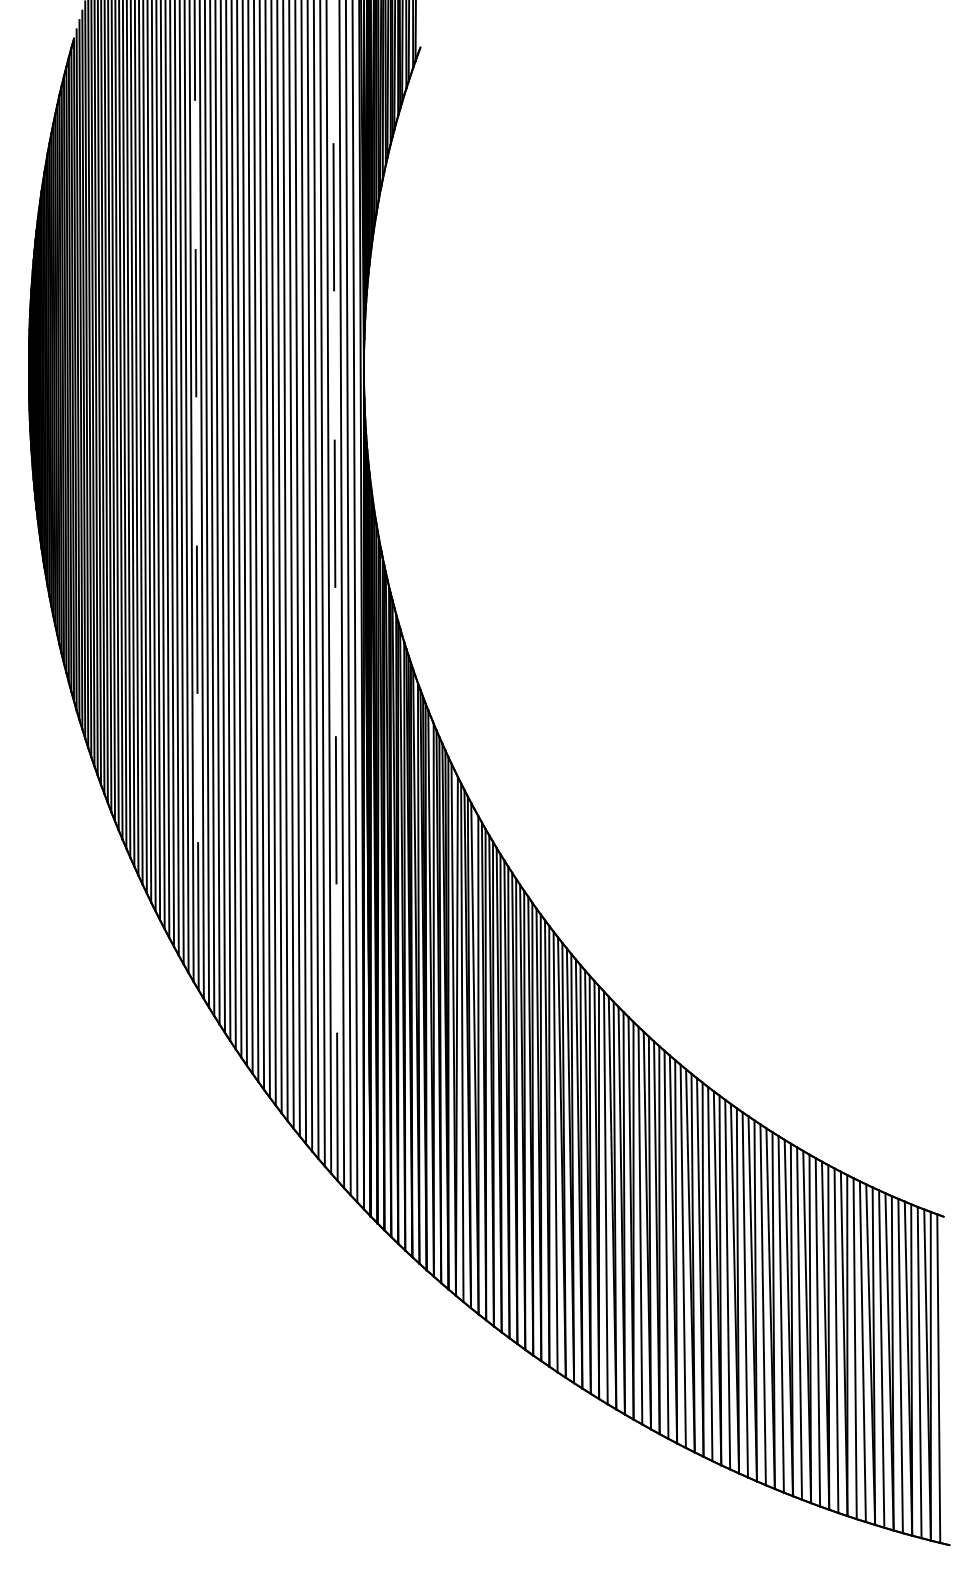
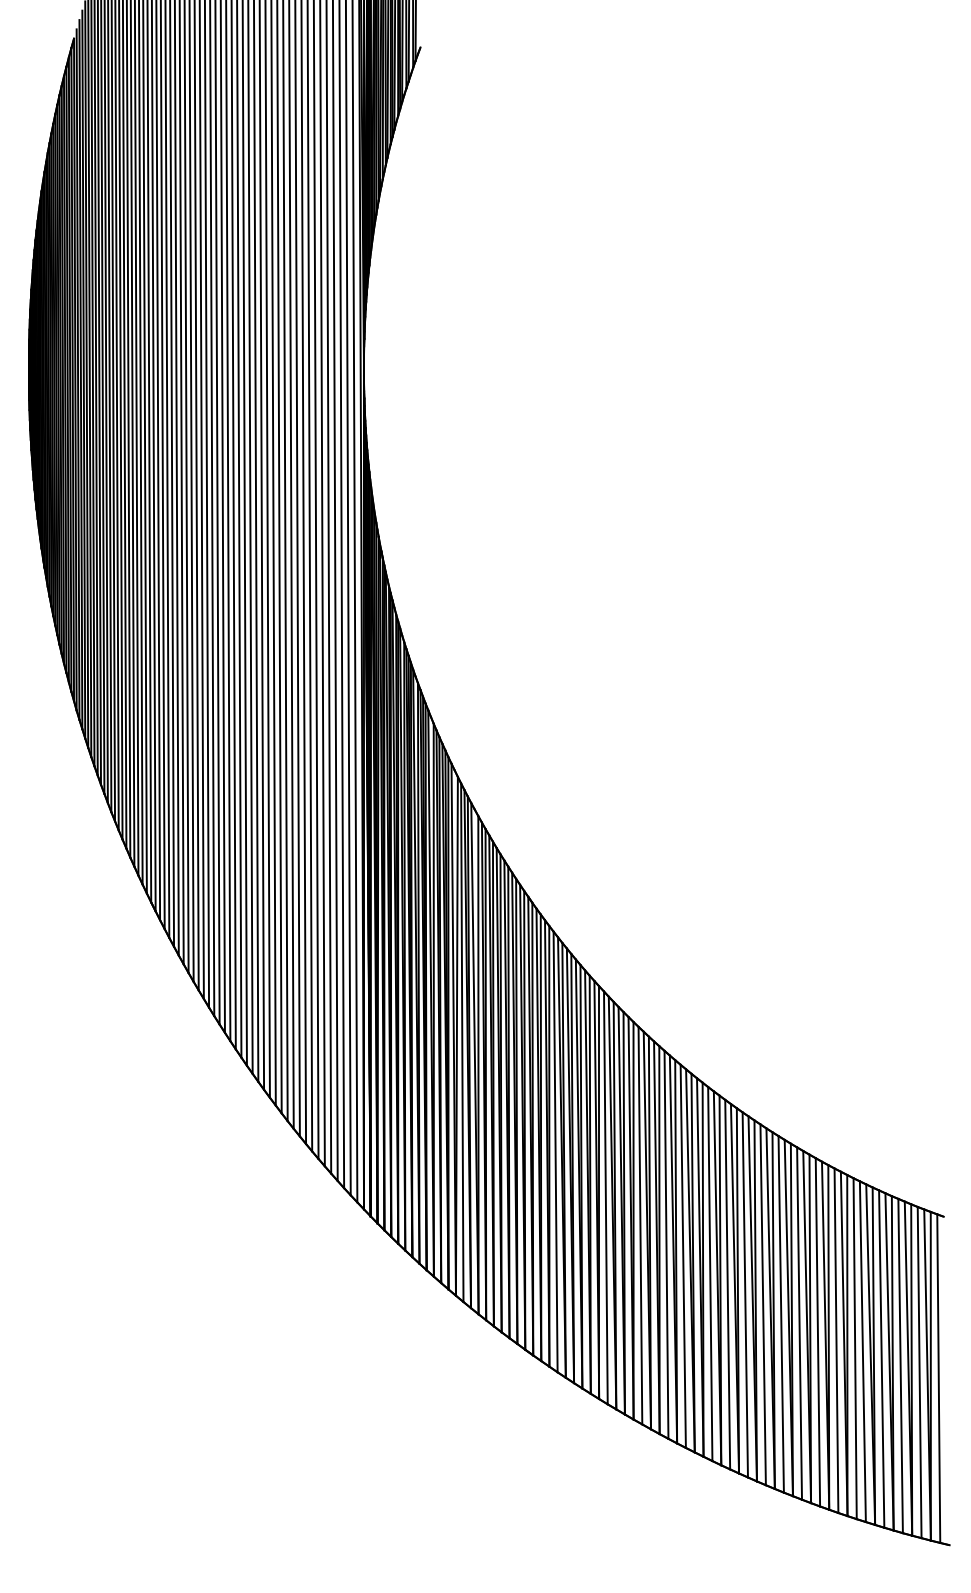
line at (196, 495): dashed -> solid
line at (335, 590): dashed -> solid
